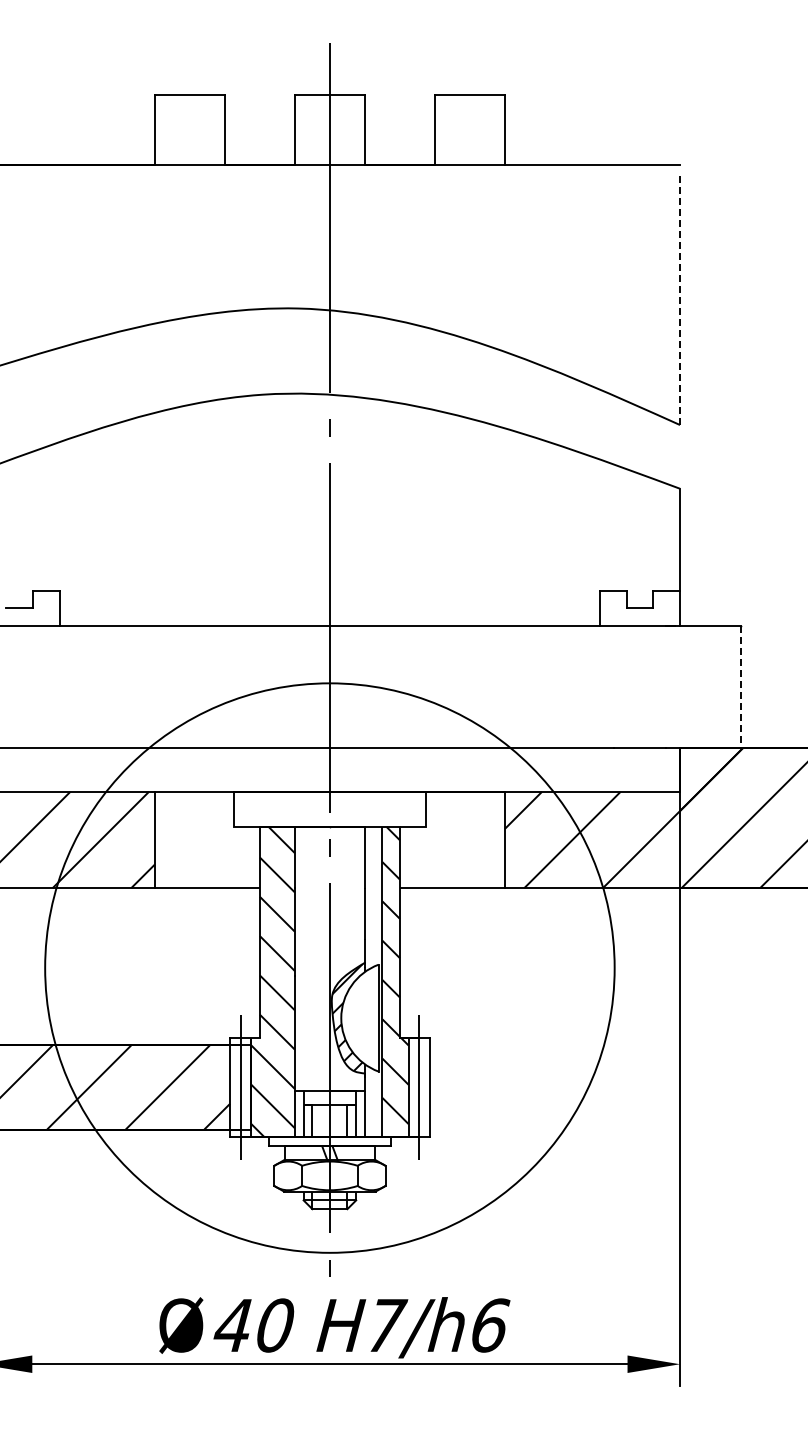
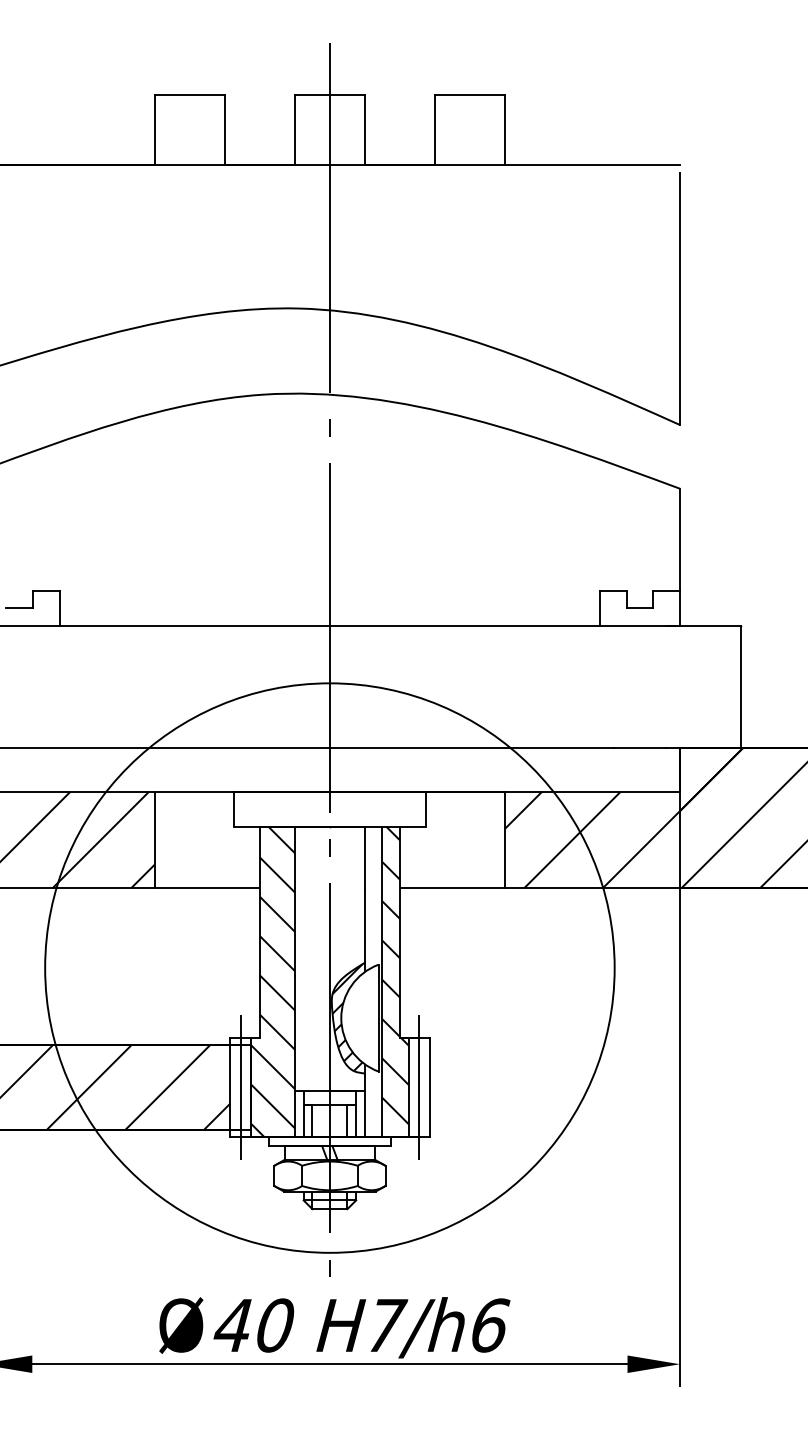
line at (680, 299): dashed -> solid
line at (741, 687): dashed -> solid
